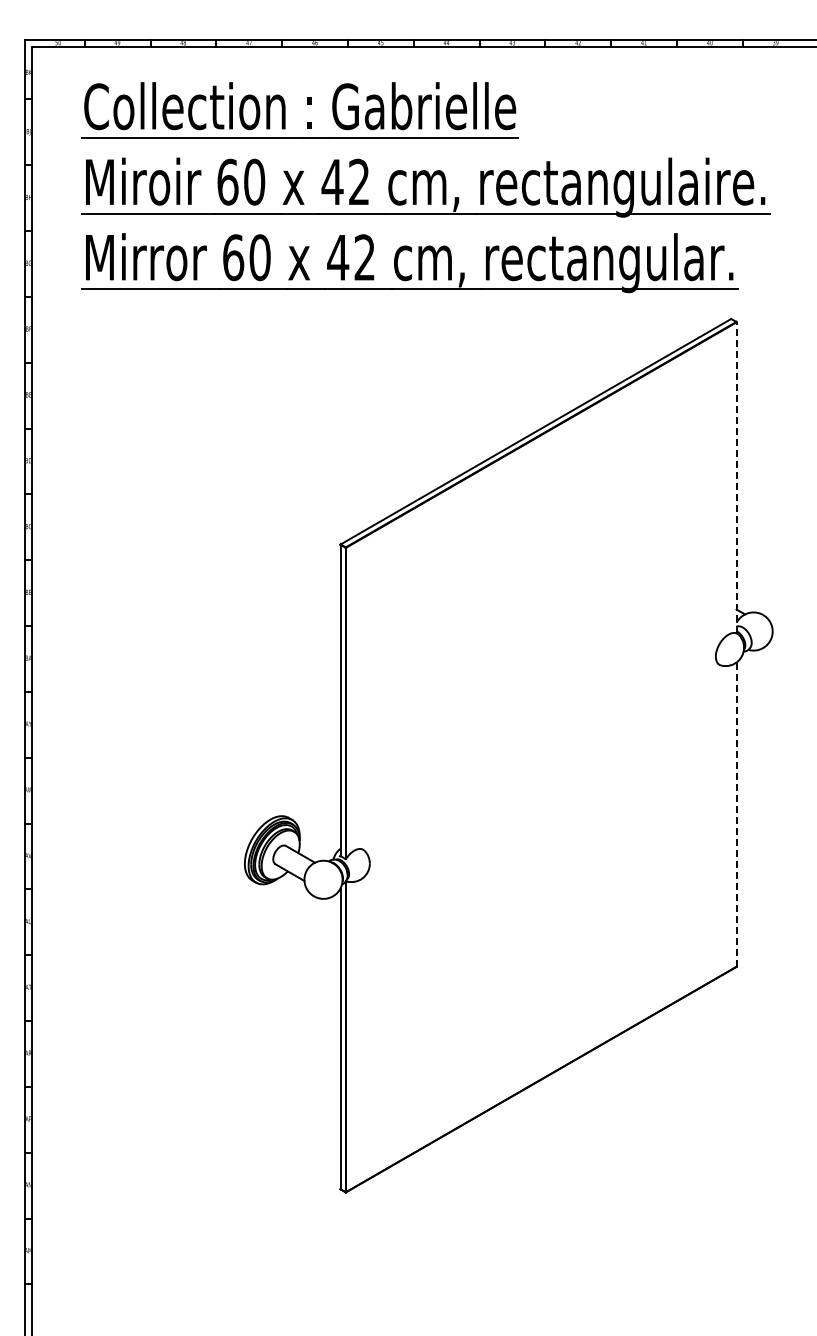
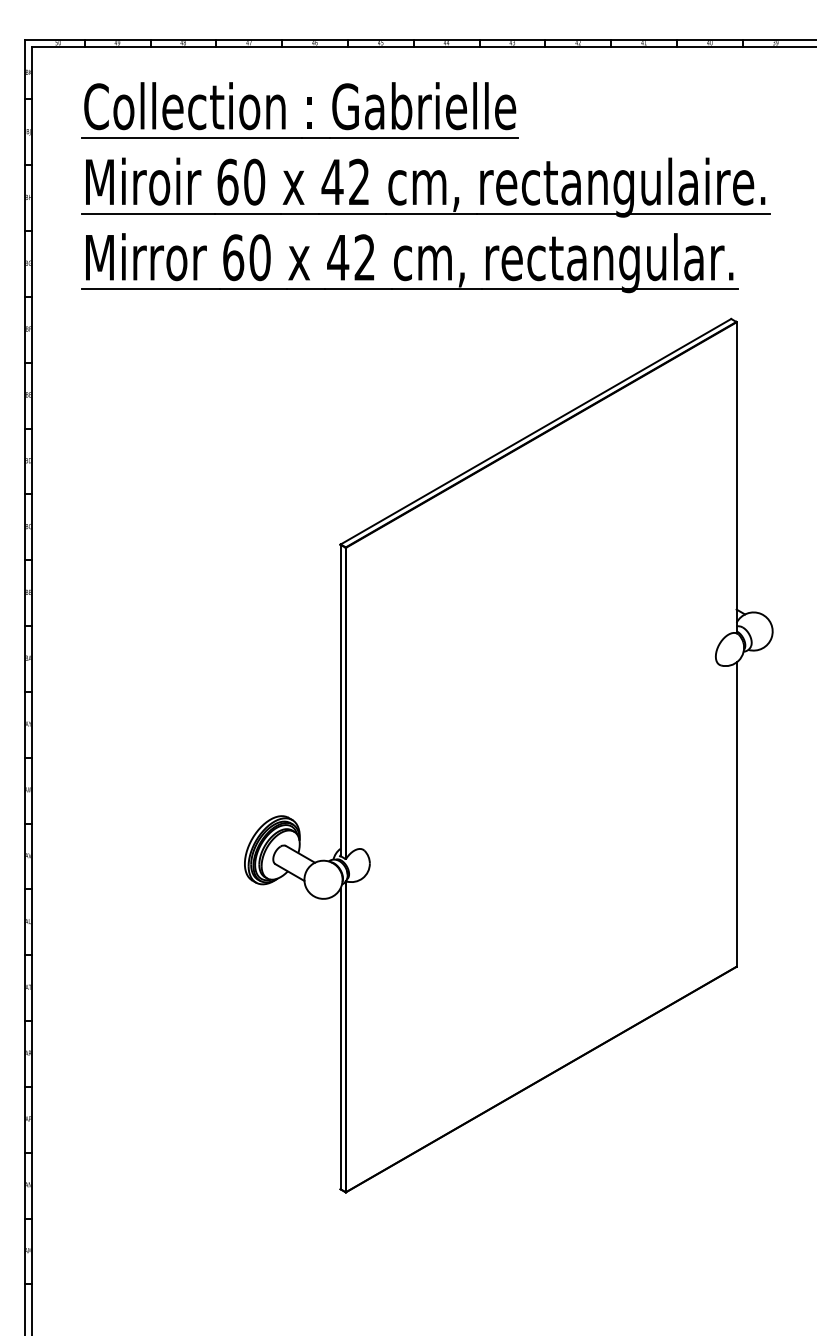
line at (736, 477): dashed -> solid
line at (736, 814): dashed -> solid
